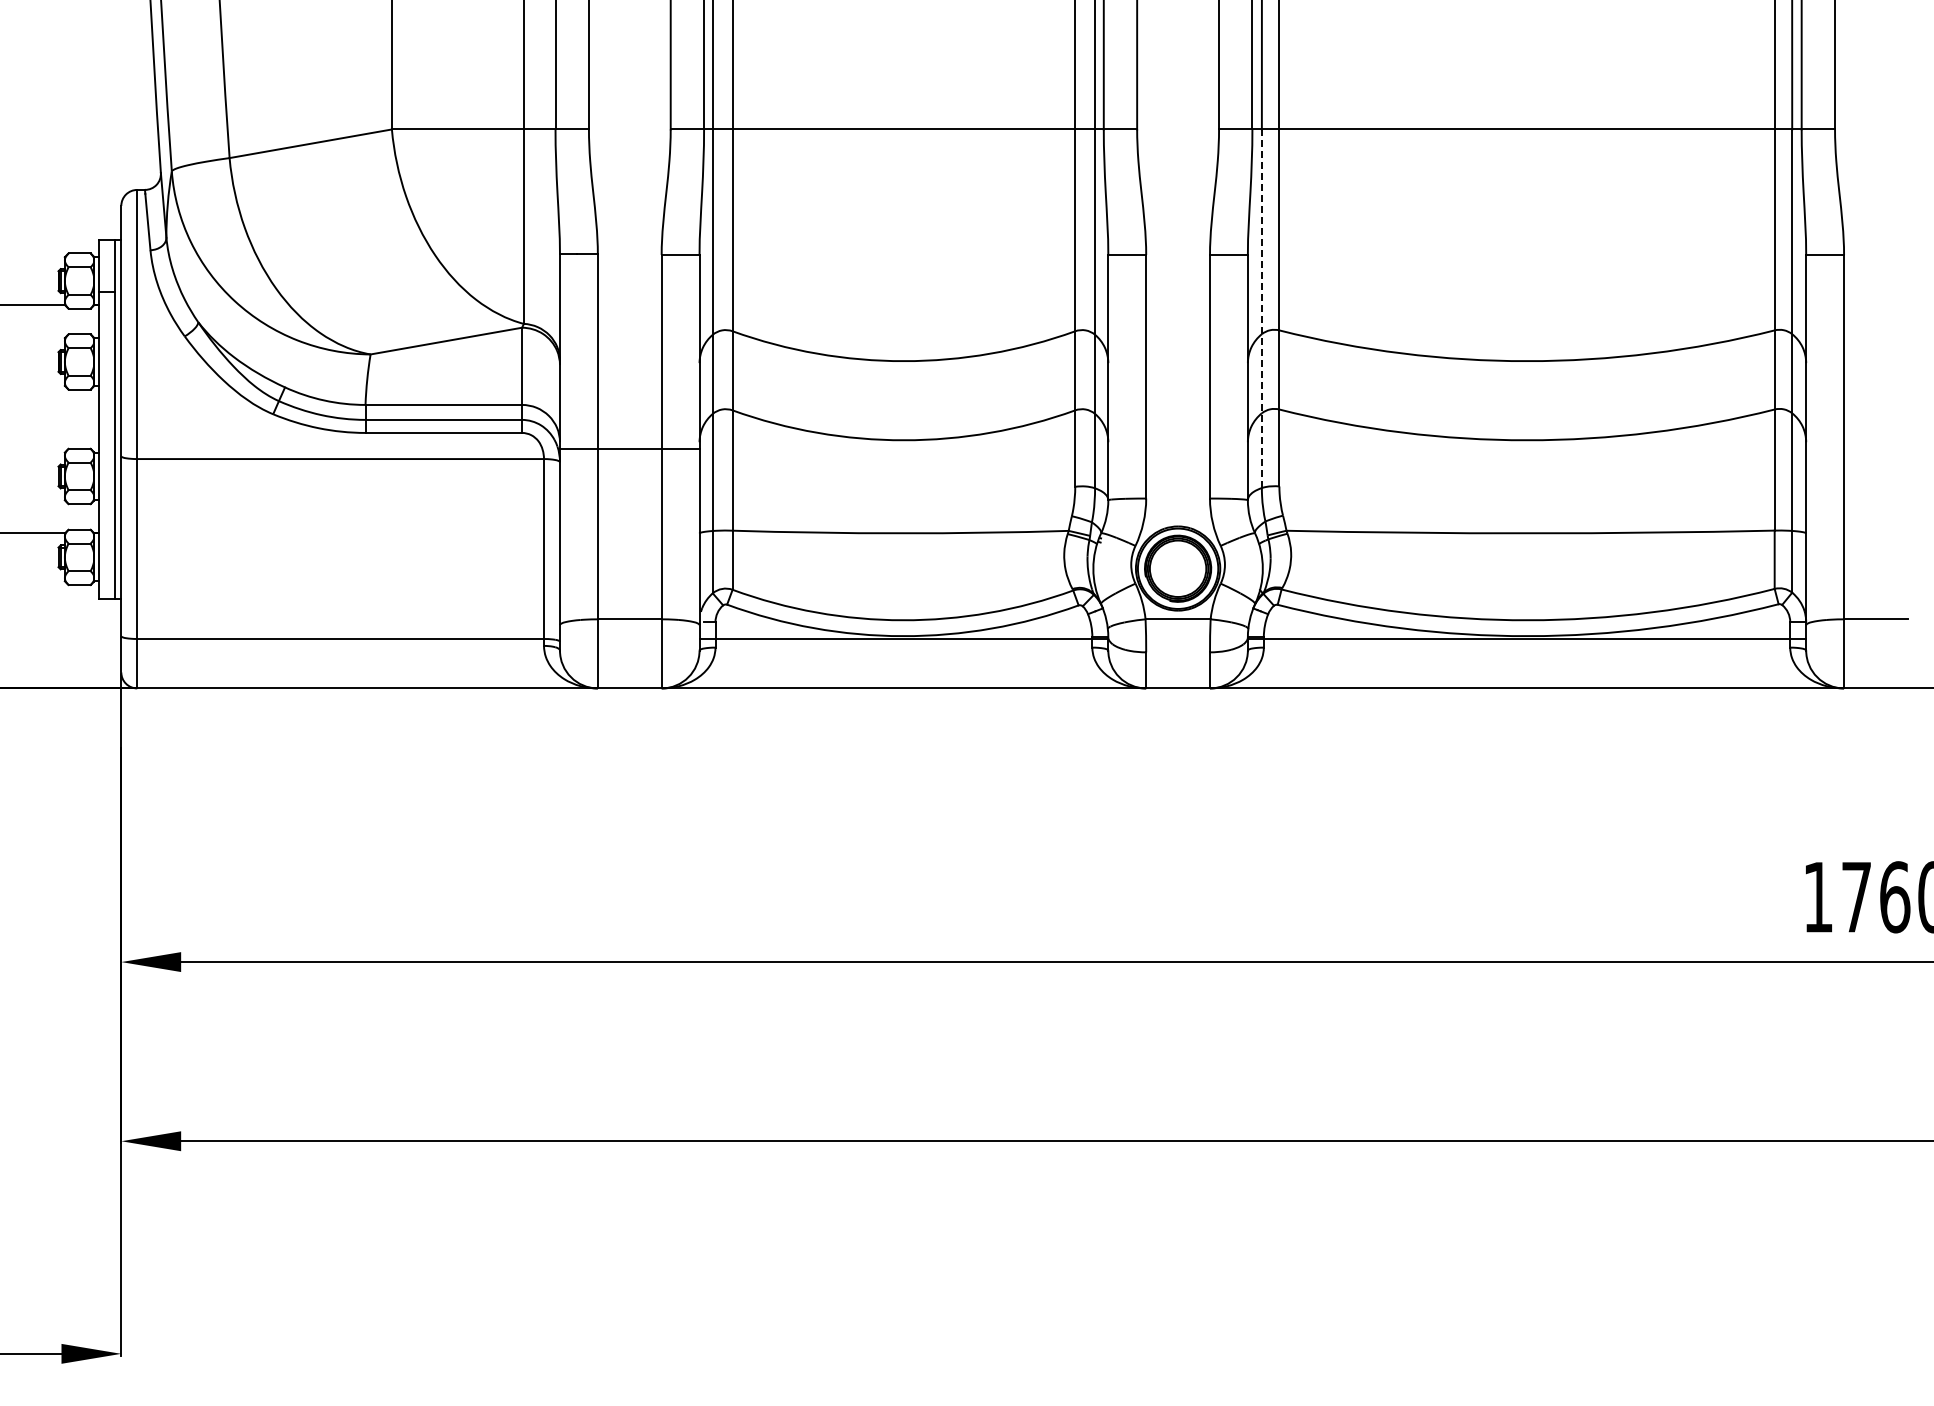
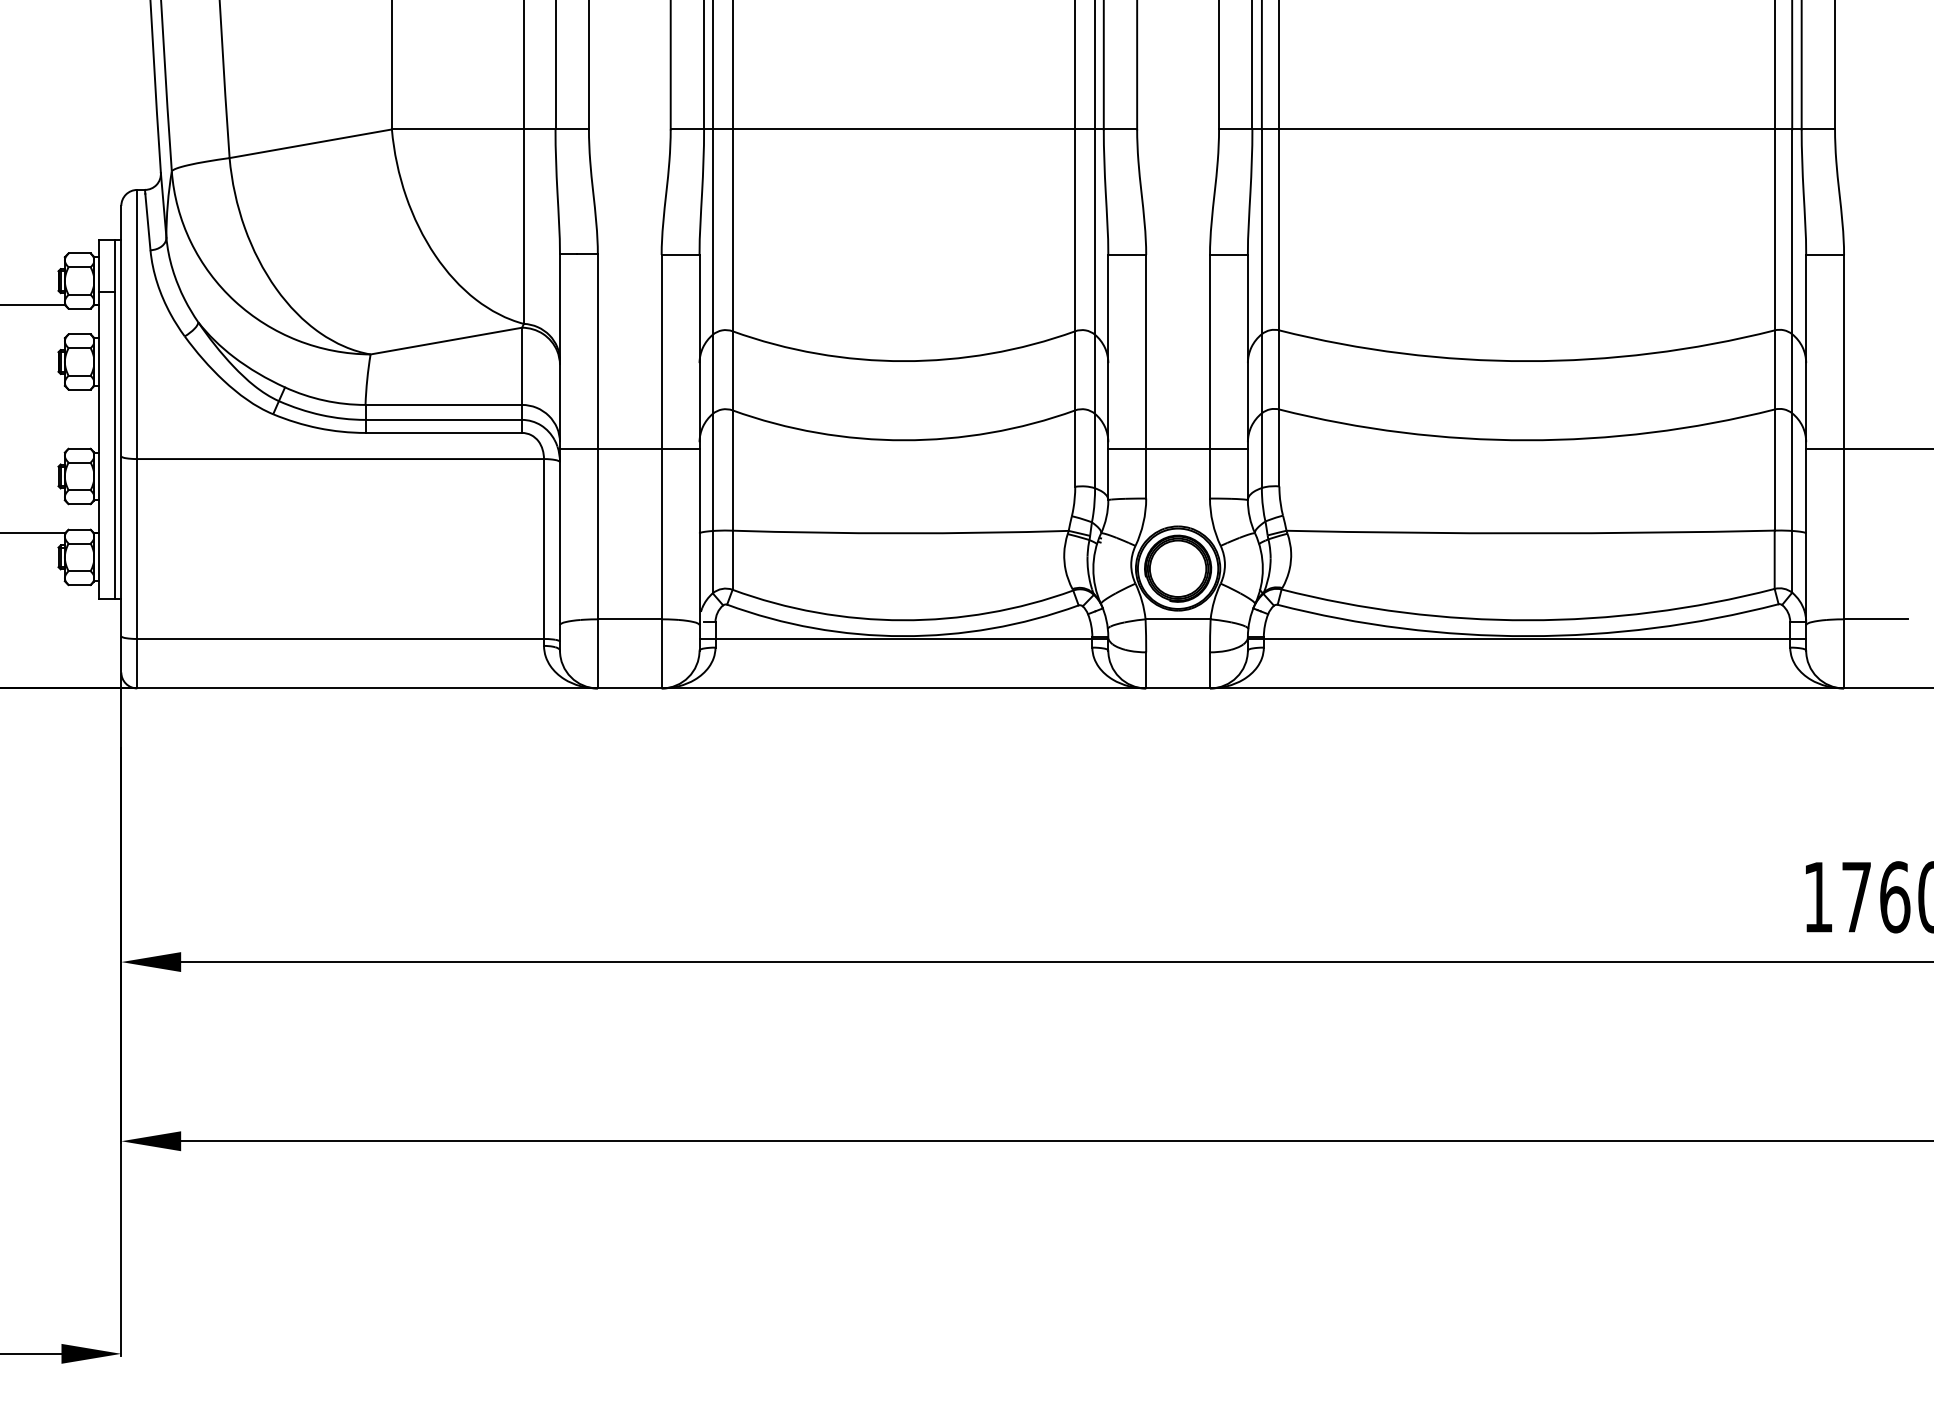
line at (1261, 309): dashed -> solid
line at (1177, 449): none -> present
line at (1868, 449): none -> present
